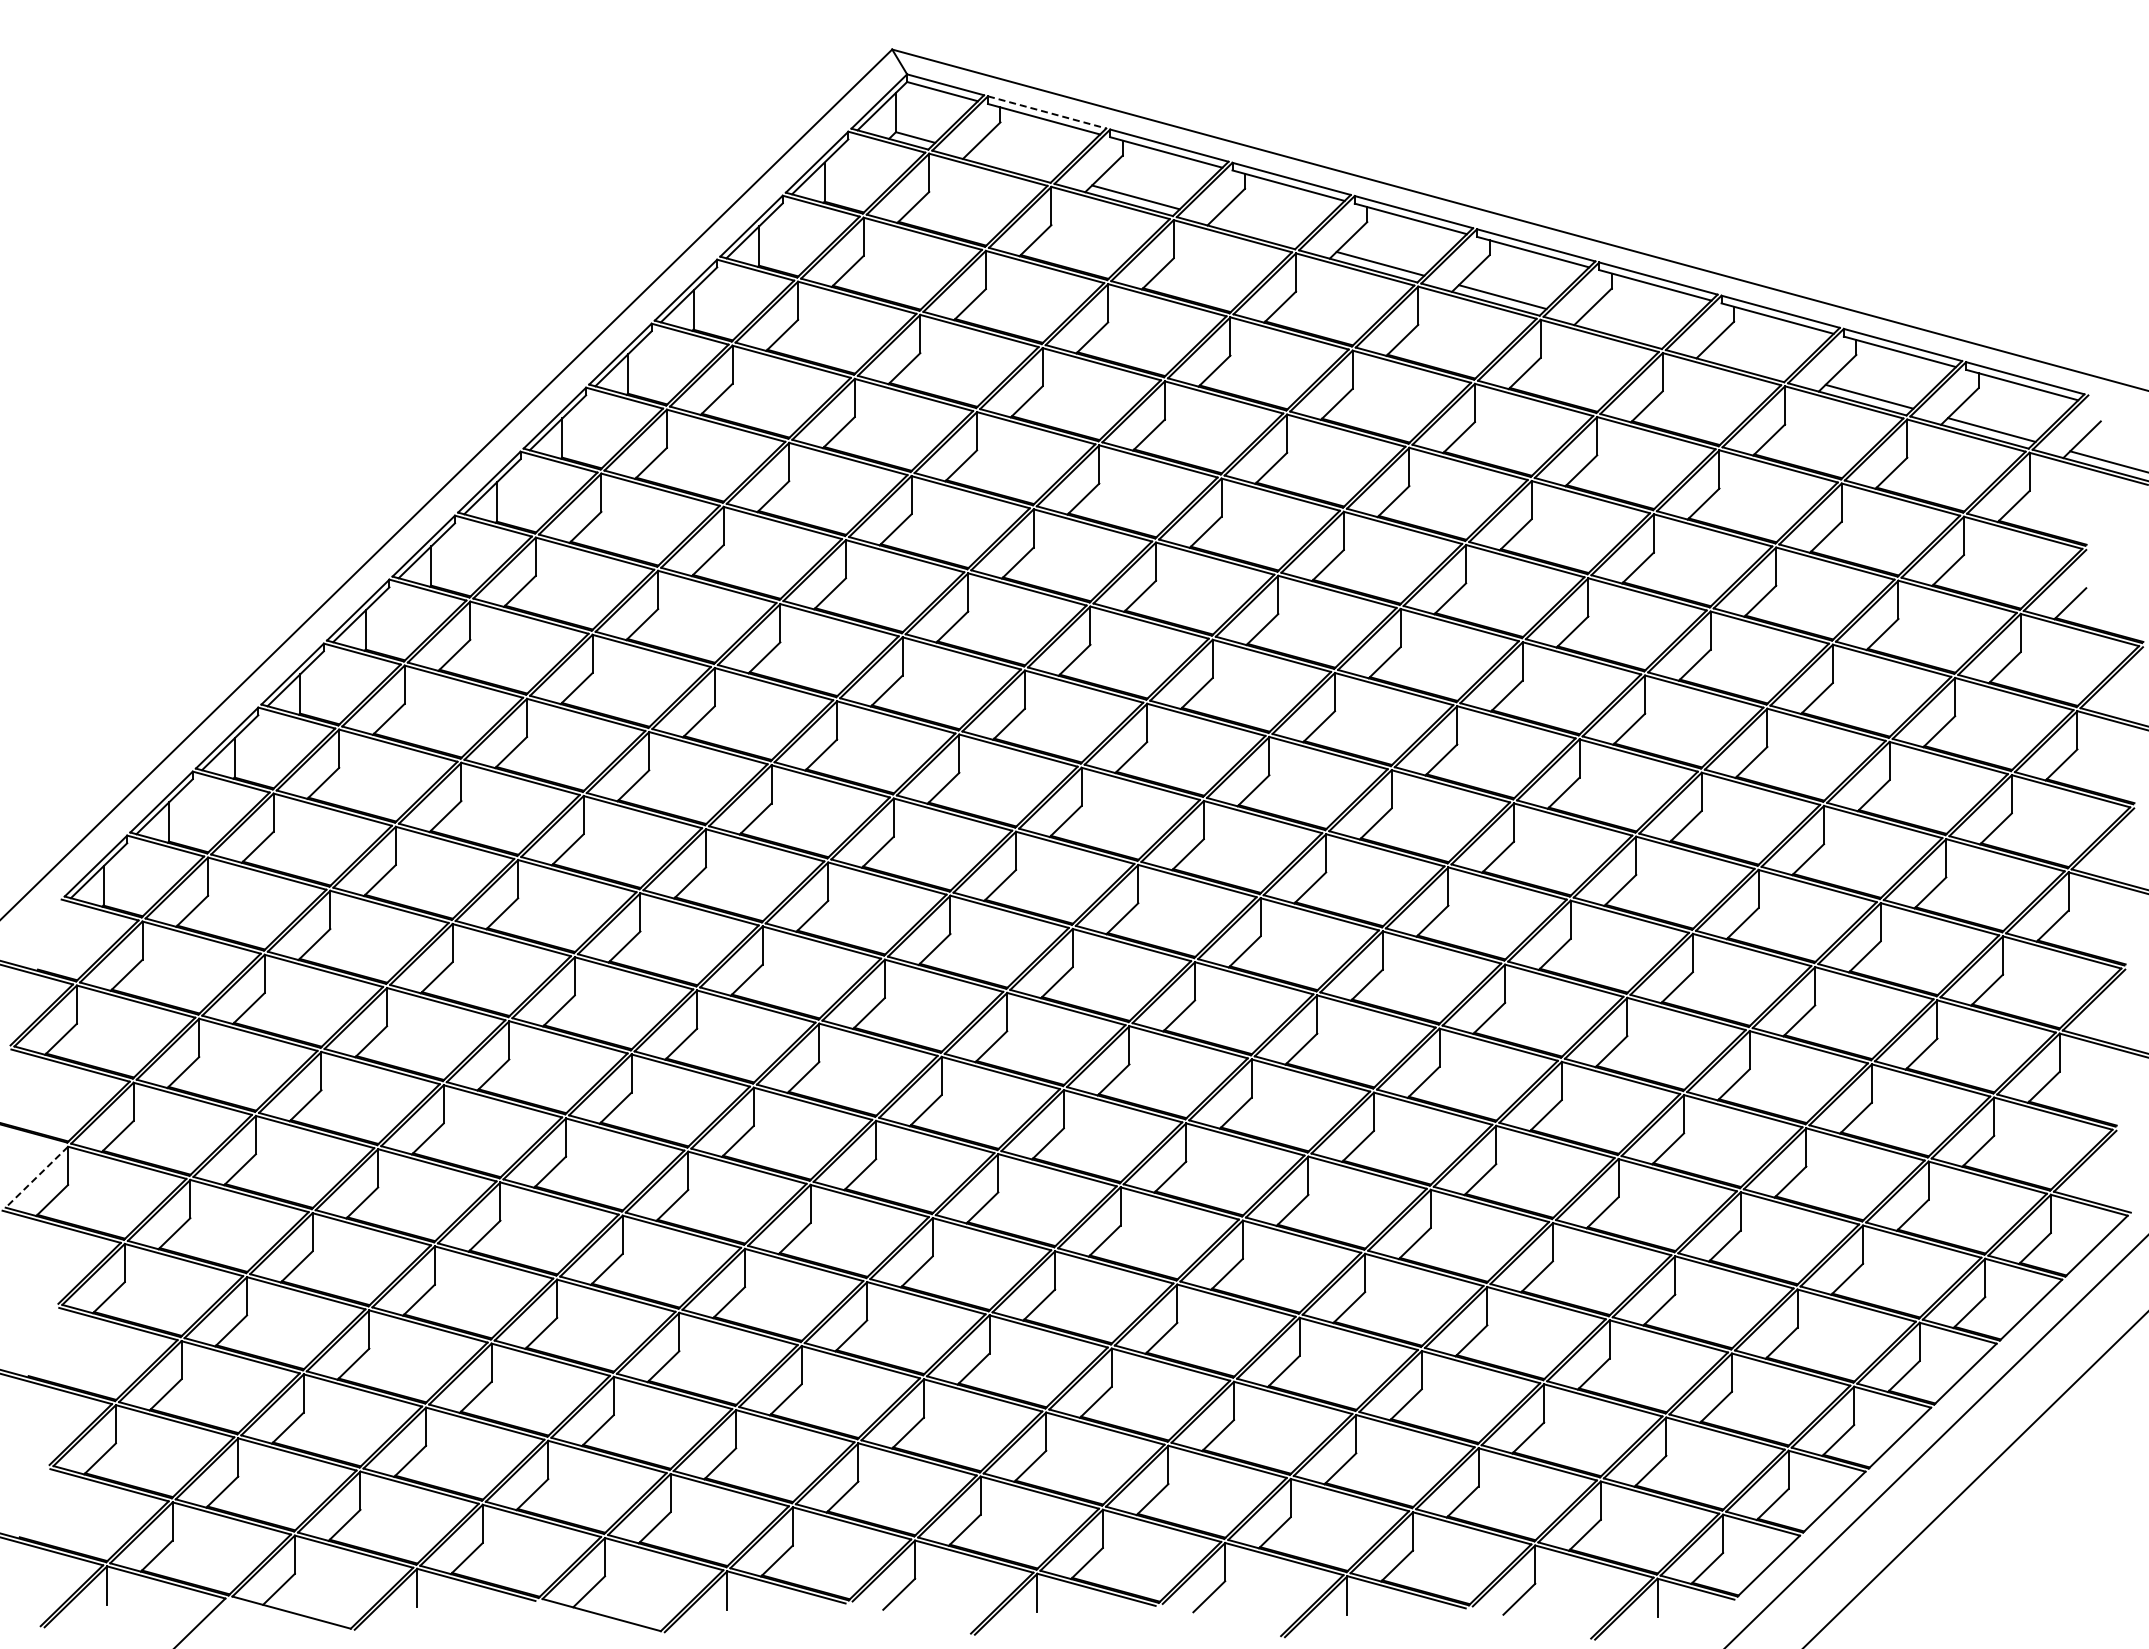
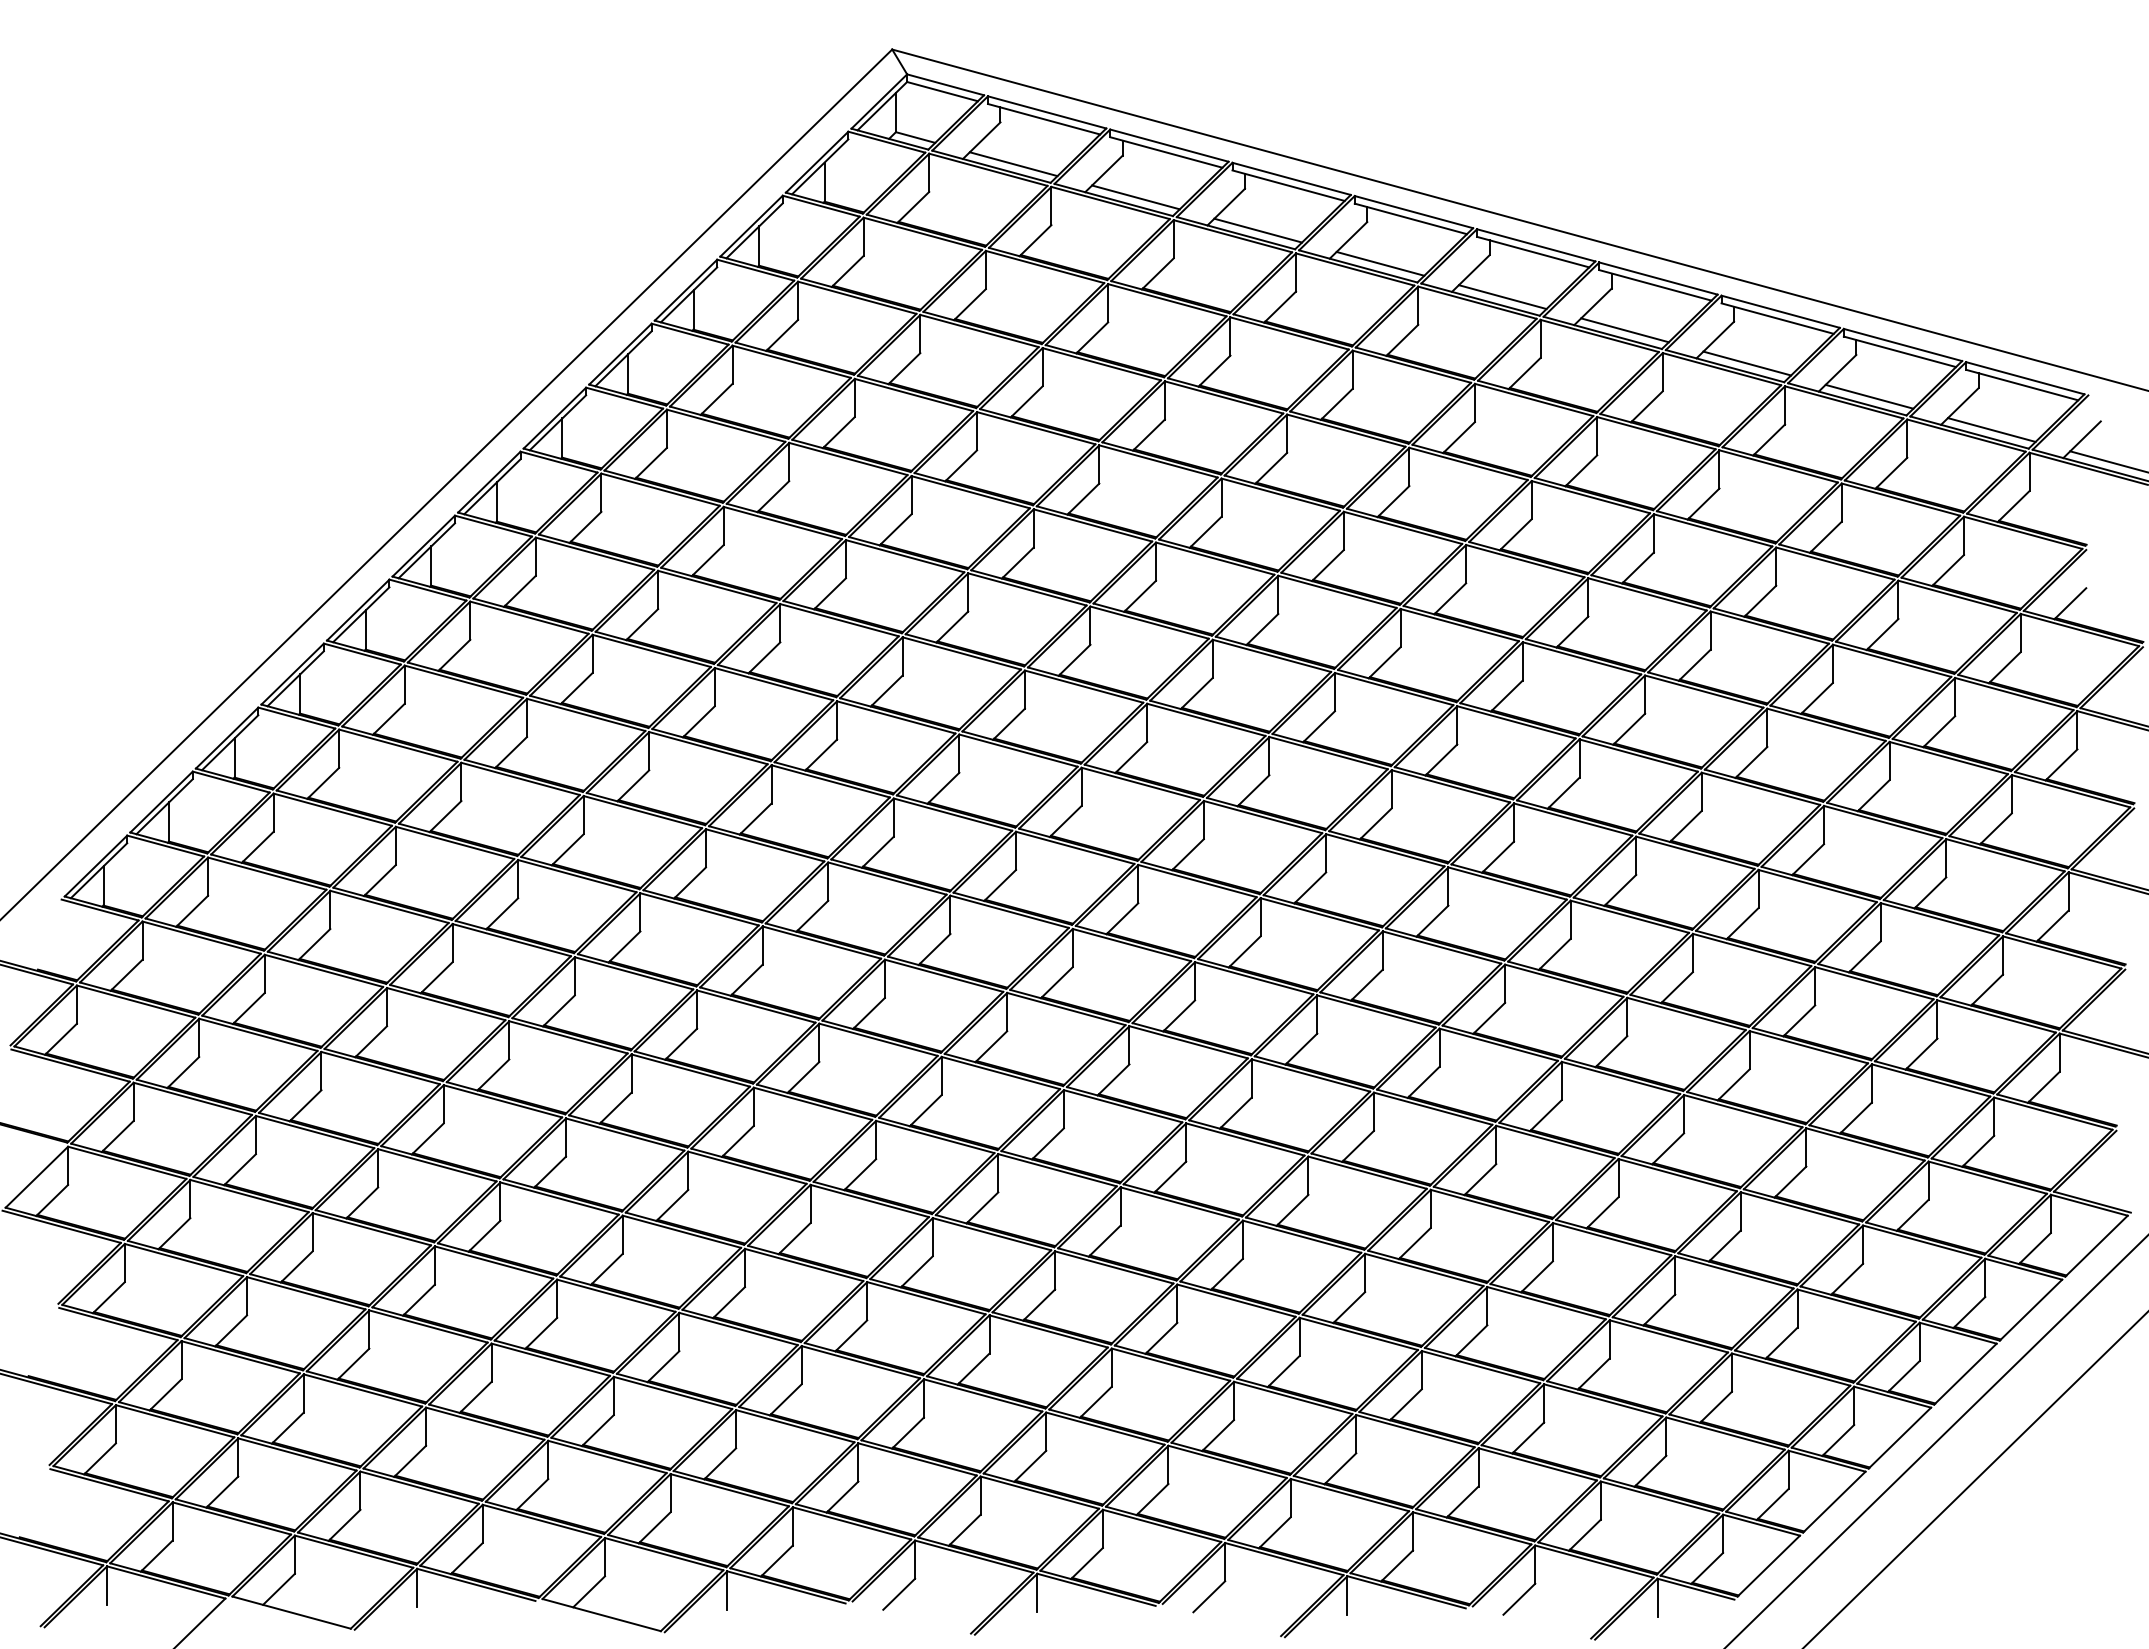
line at (1047, 112): dashed -> solid
line at (1013, 164): none -> present
line at (1258, 230): none -> present
line at (1624, 330): none -> present
line at (1747, 363): none -> present
line at (36, 1177): dashed -> solid
